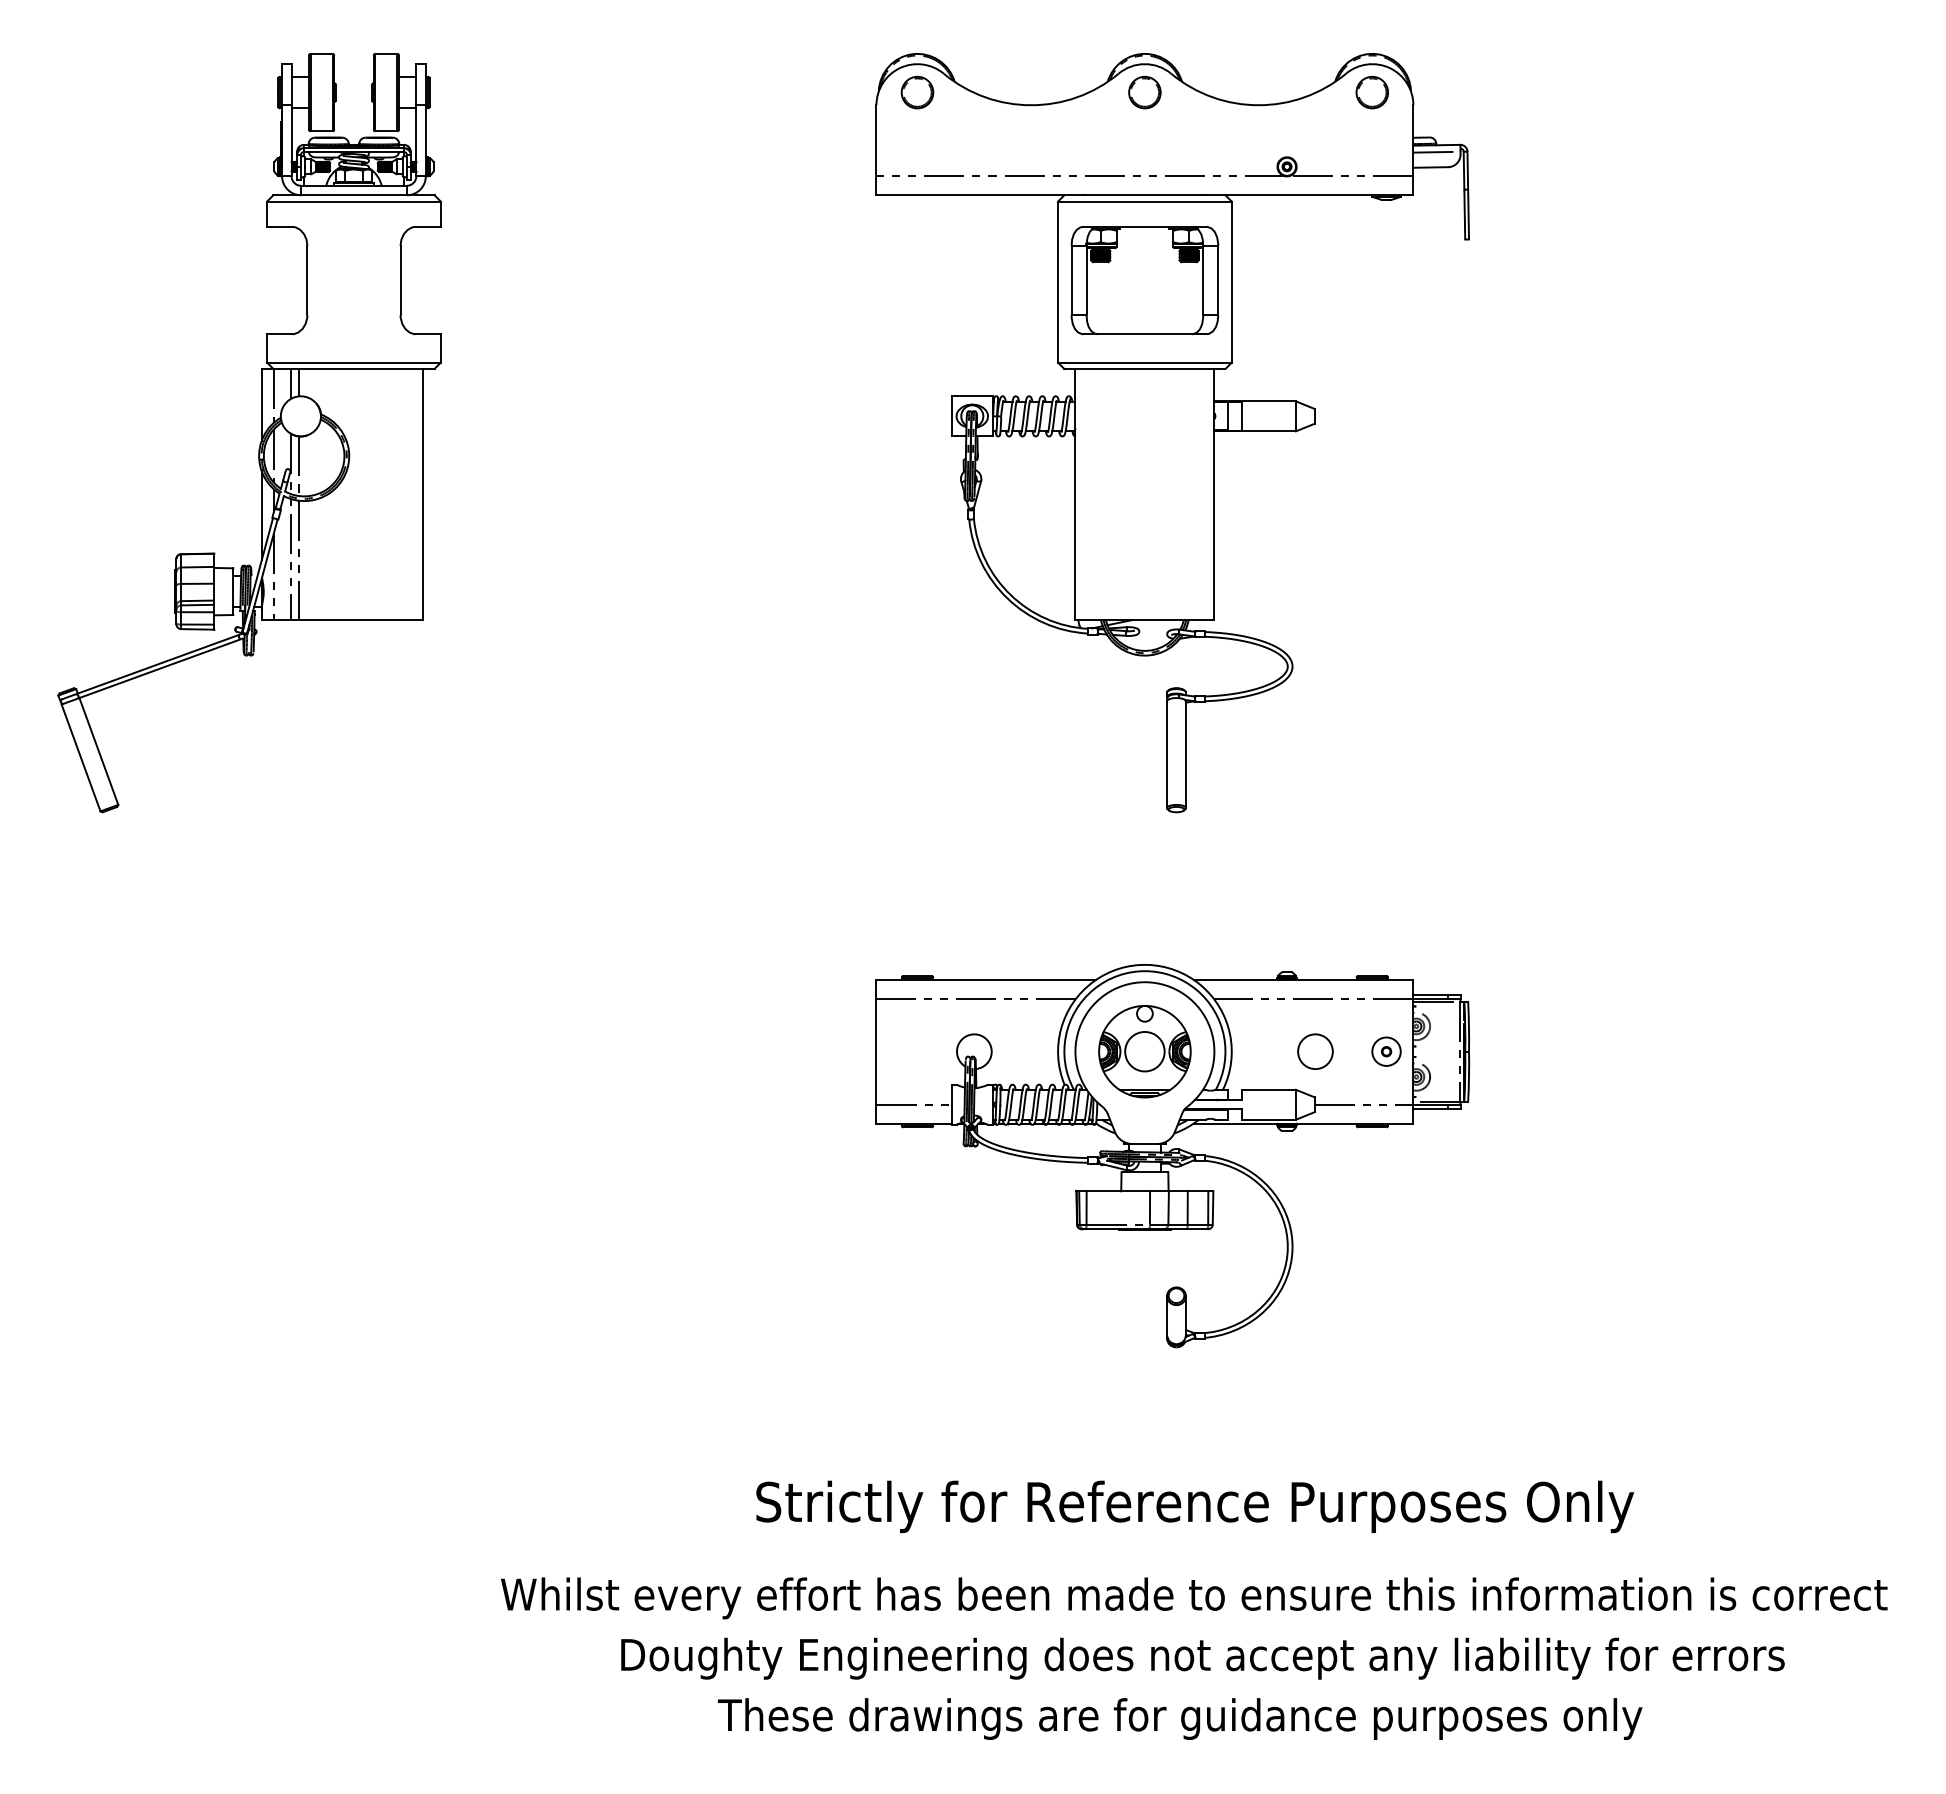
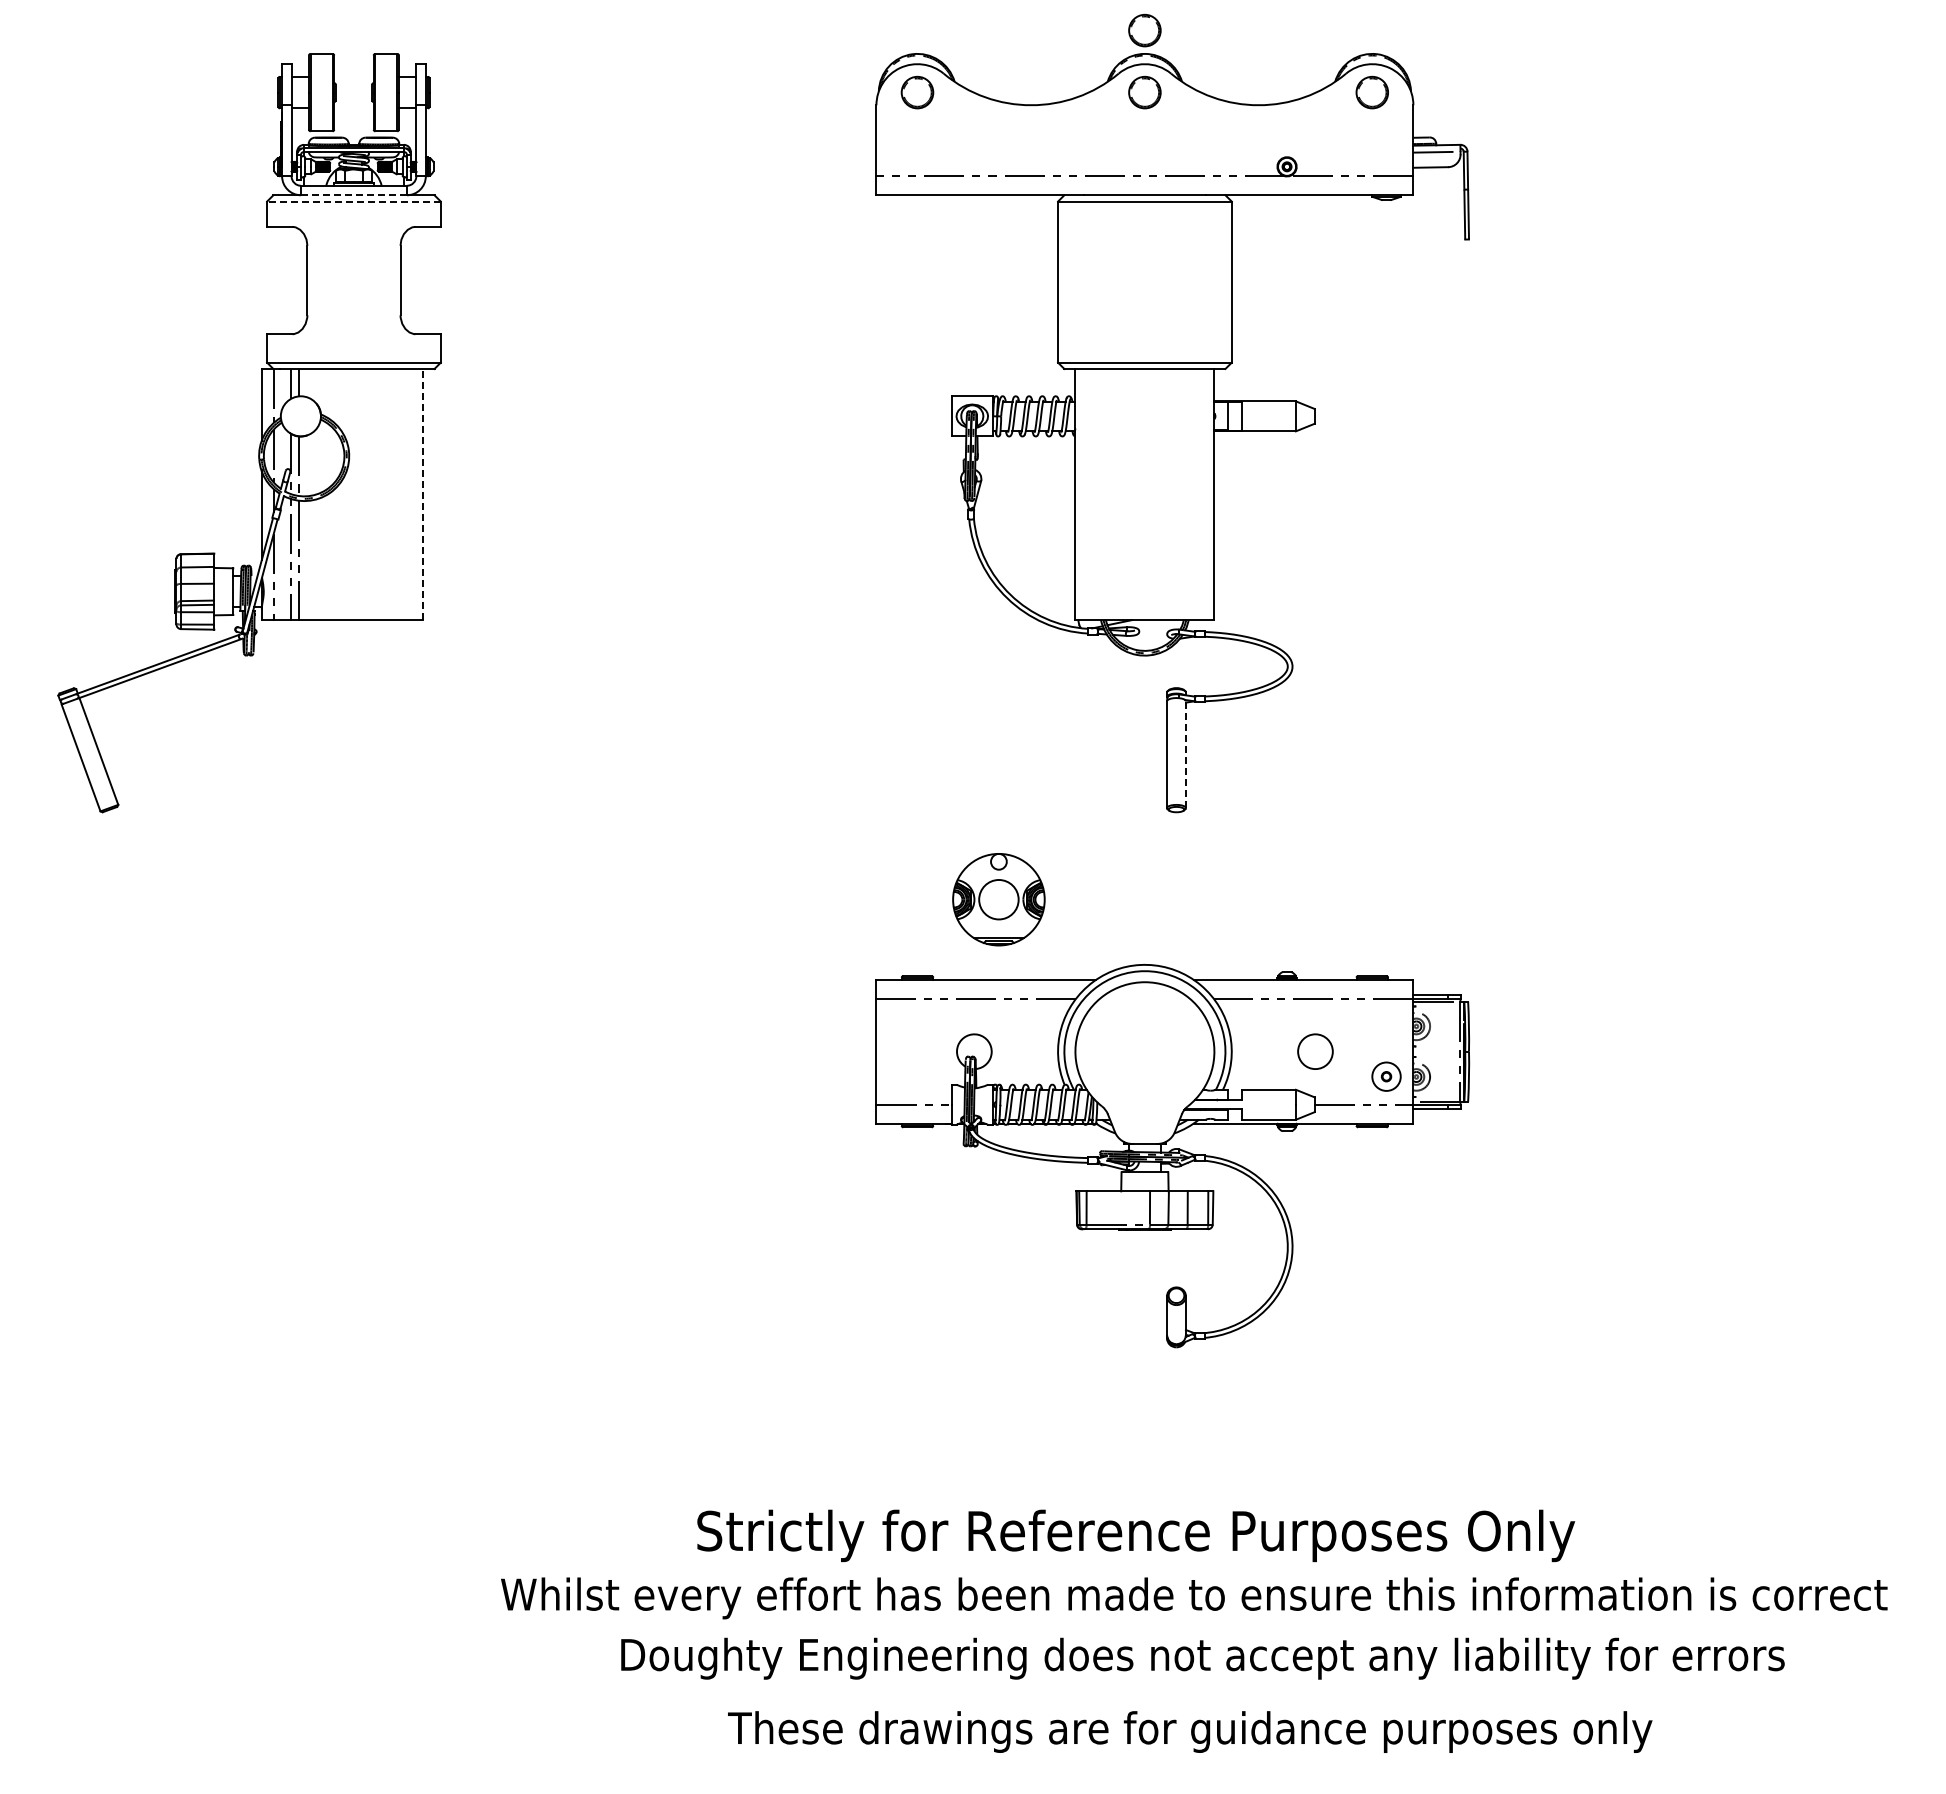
part at (1144, 30): none -> present
line at (353, 195): solid -> dashed
line at (353, 201): solid -> dashed
part at (1144, 280): present -> none
line at (423, 494): solid -> dashed
line at (1185, 754): solid -> dashed
part at (1144, 1051) position: (1144, 1051) -> (998, 899)
part at (1386, 1051) position: (1386, 1051) -> (1386, 1076)
text at (1195, 1506) position: (1195, 1506) -> (1136, 1535)
text at (1180, 1718) position: (1180, 1718) -> (1190, 1731)
